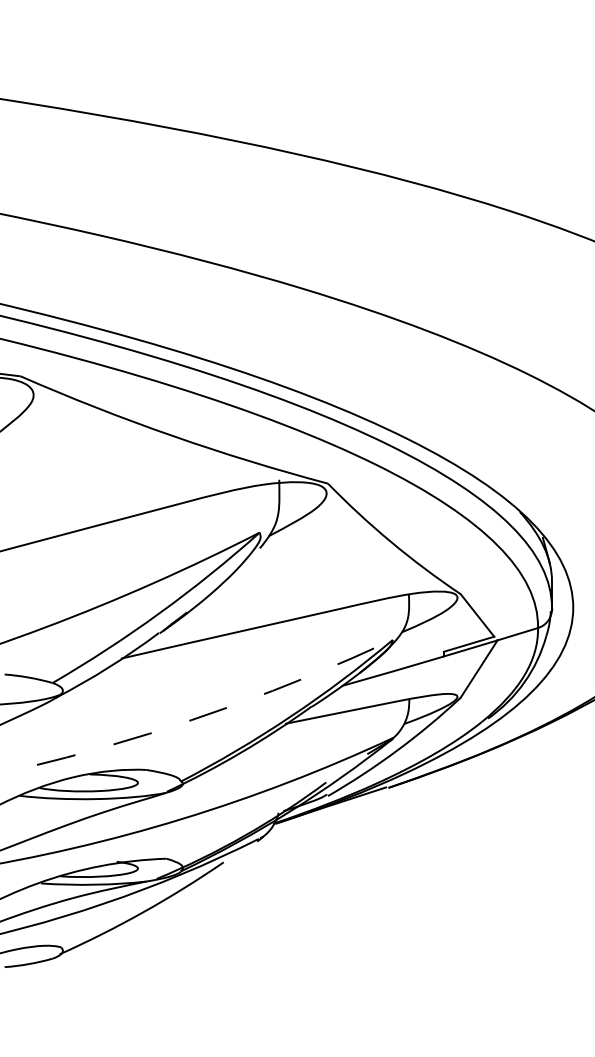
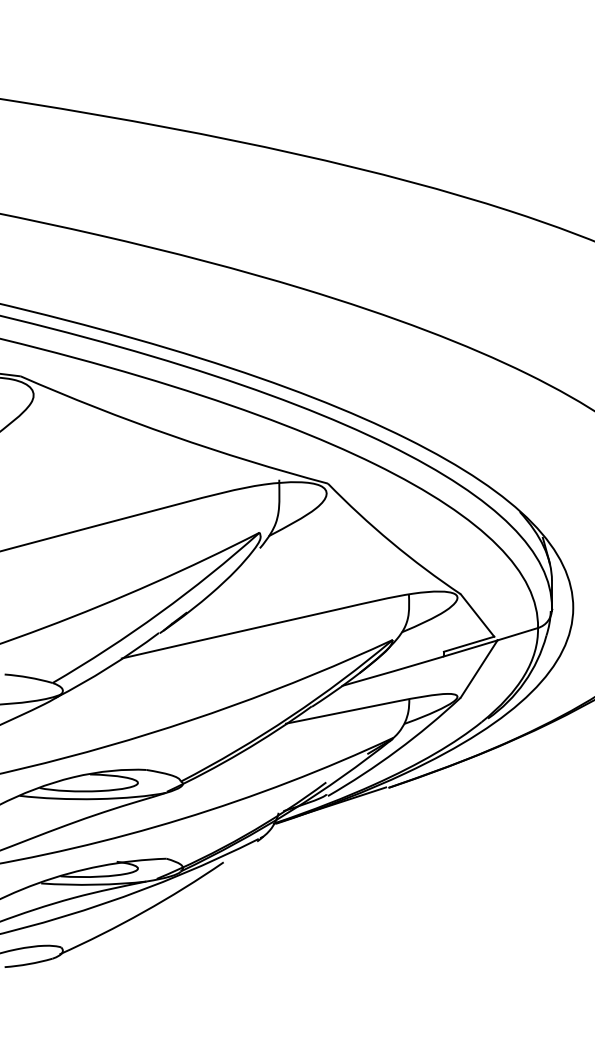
arc at (199, 717): dashed -> solid
